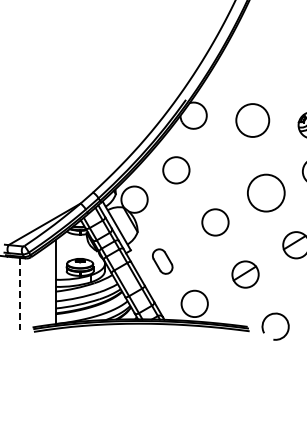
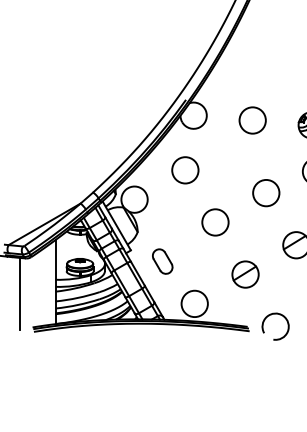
circle at (252, 120) size: 36x35 px -> 29x29 px
circle at (176, 170) position: (176, 170) -> (185, 170)
circle at (265, 192) diameter: 37 px -> 26 px
line at (19, 293): dashed -> solid
